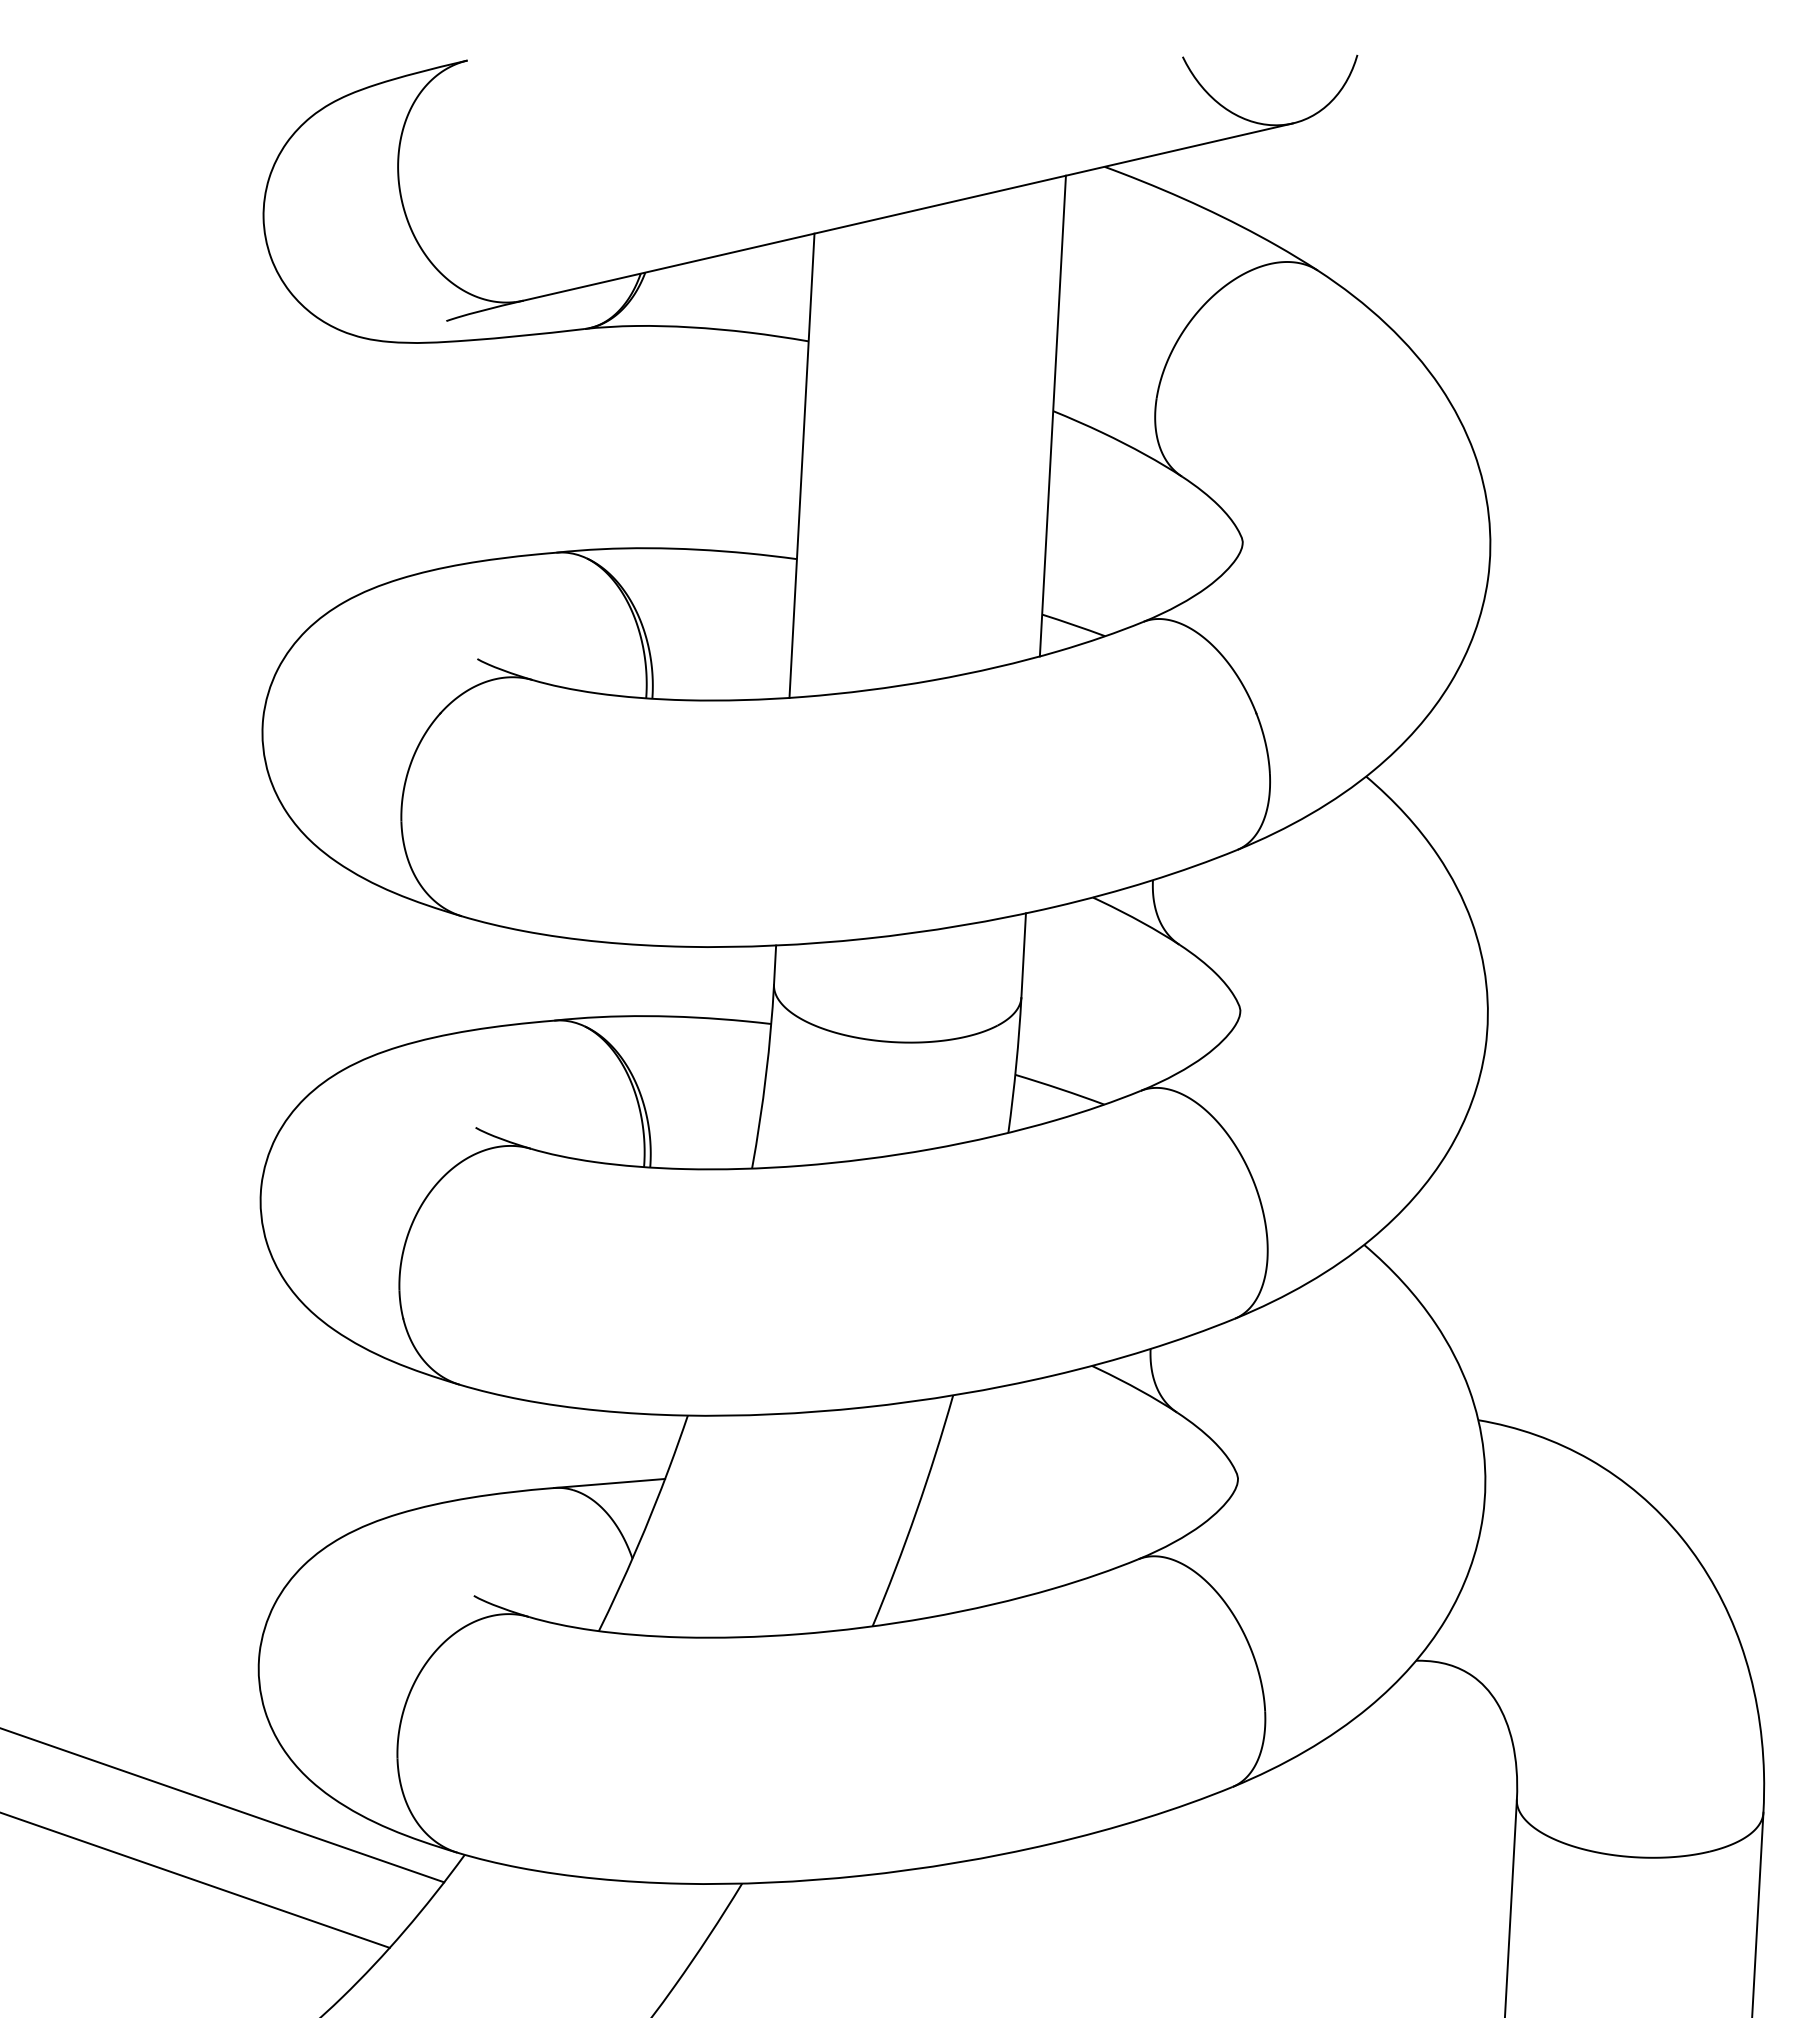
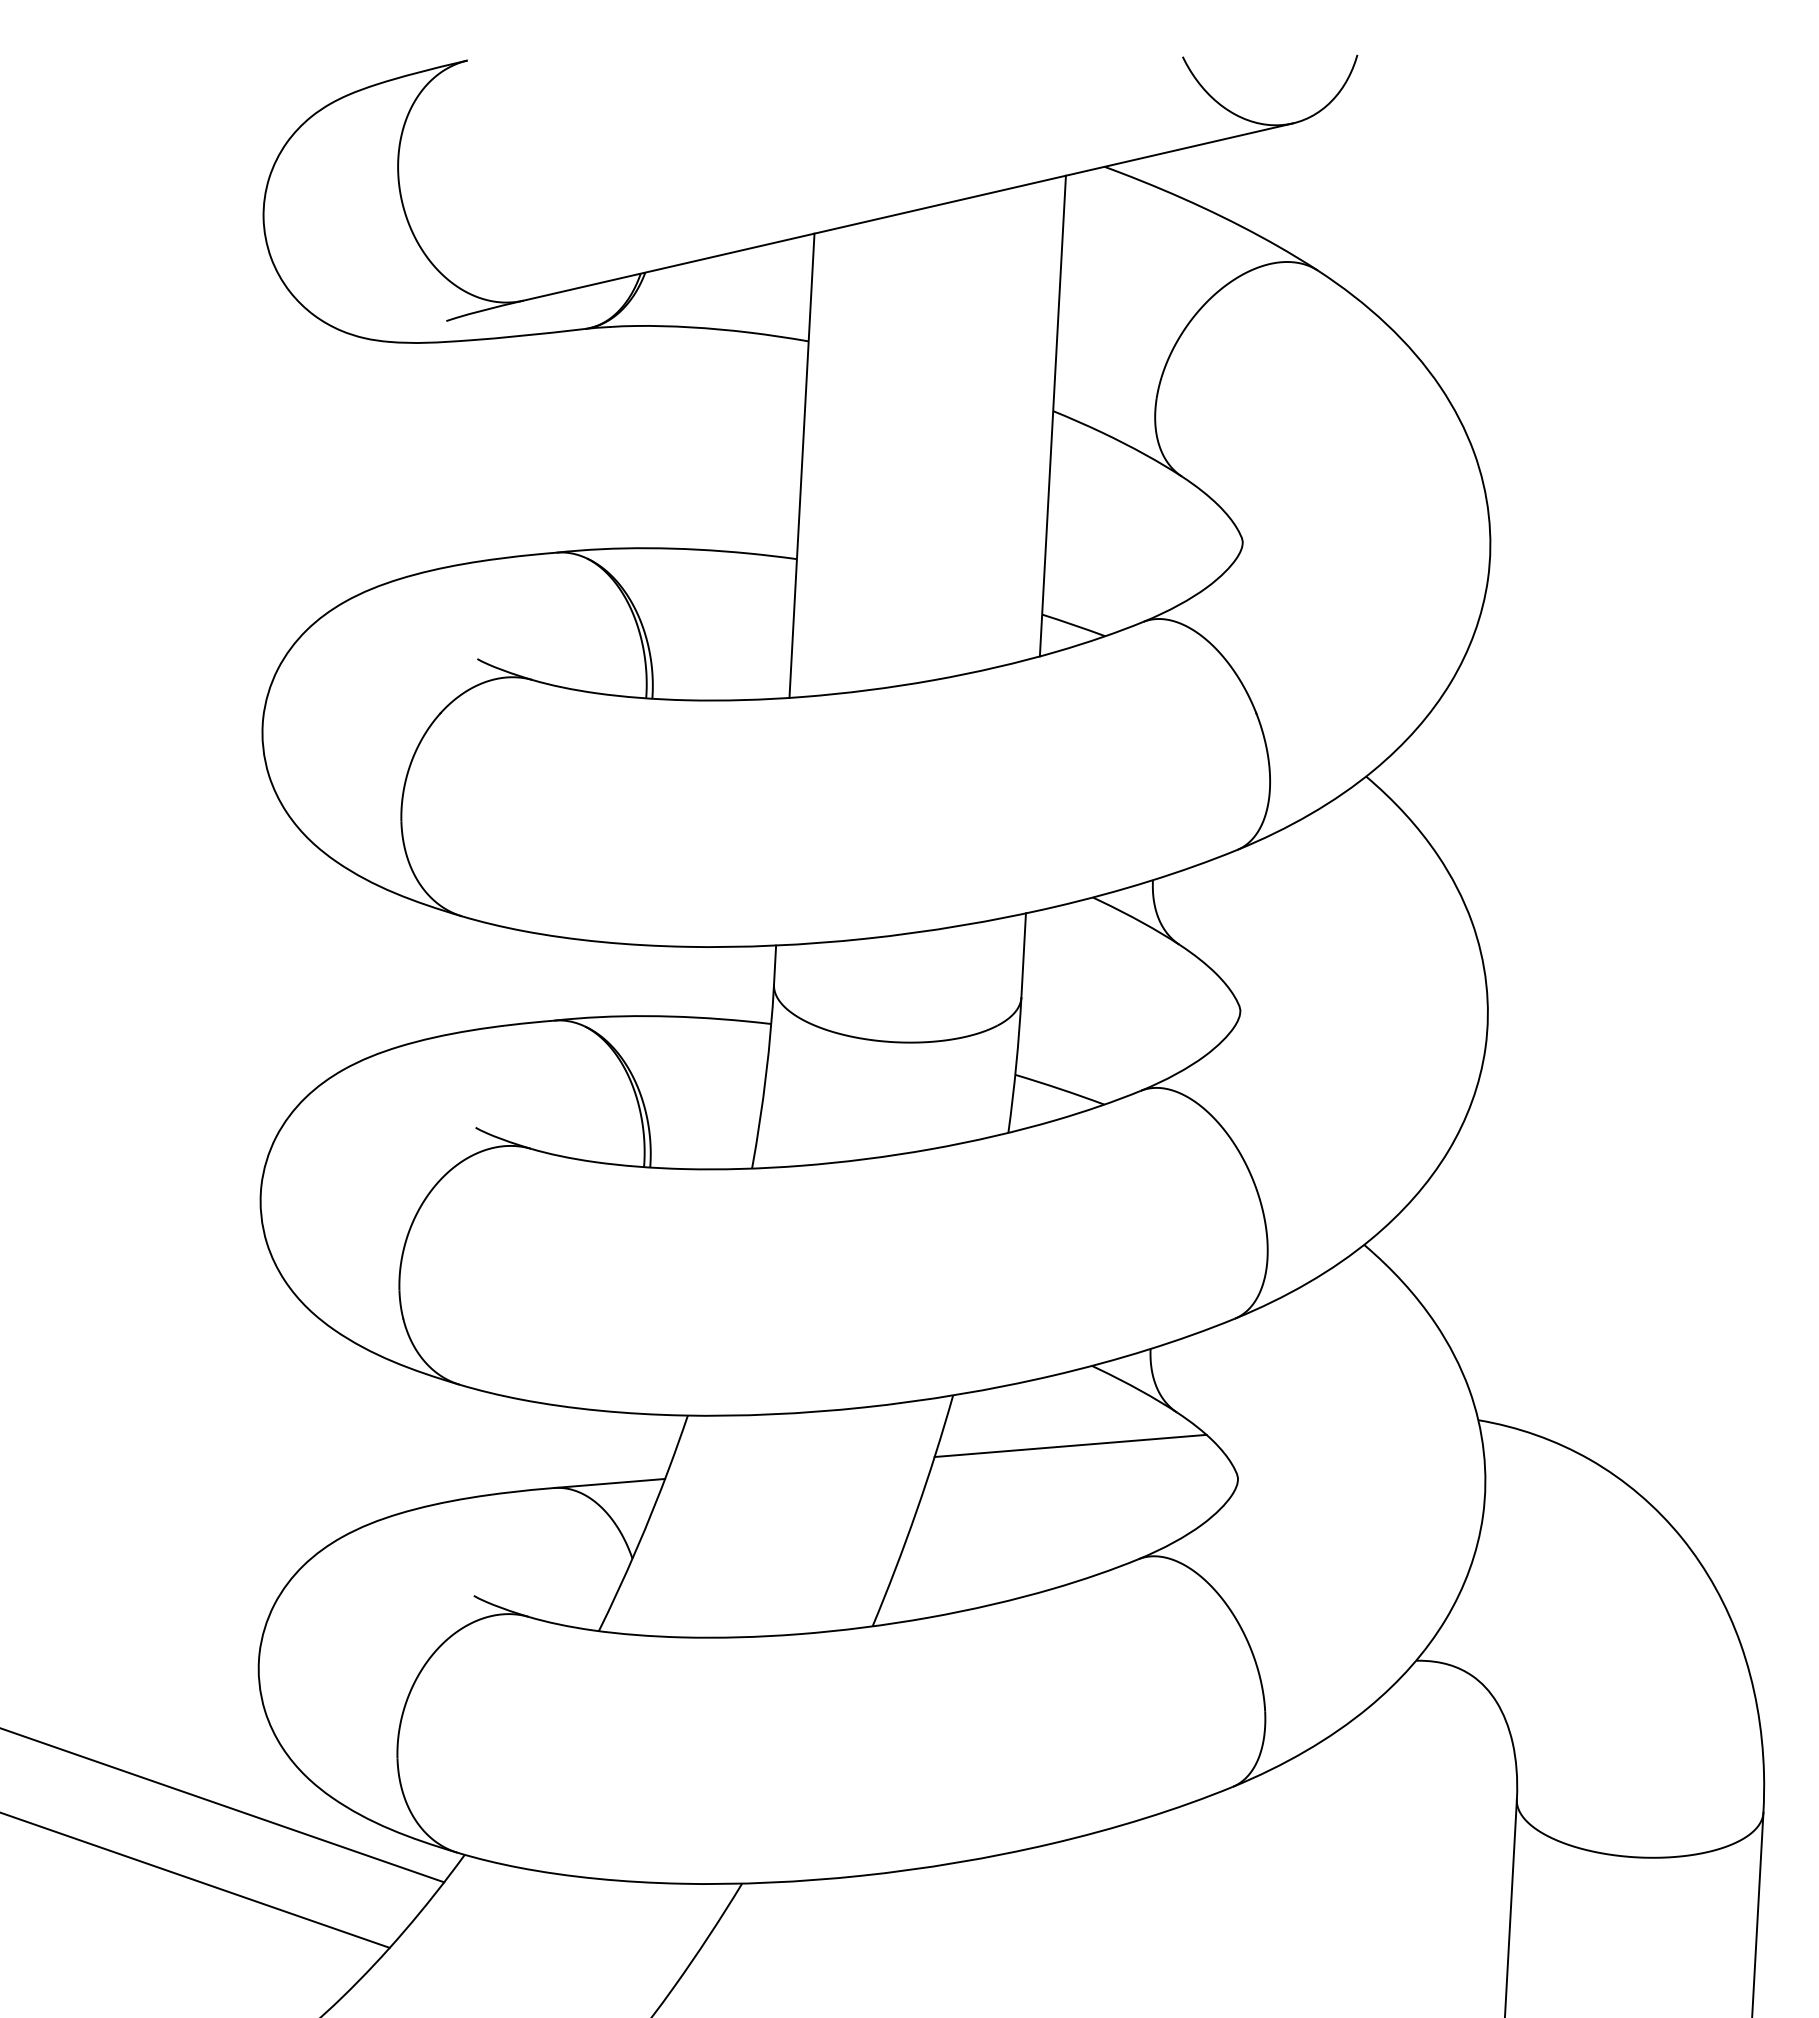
line at (1070, 1445): none -> present
